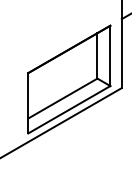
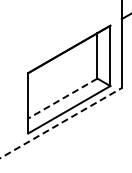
line at (62, 98): solid -> dashed
line at (61, 123): solid -> dashed
